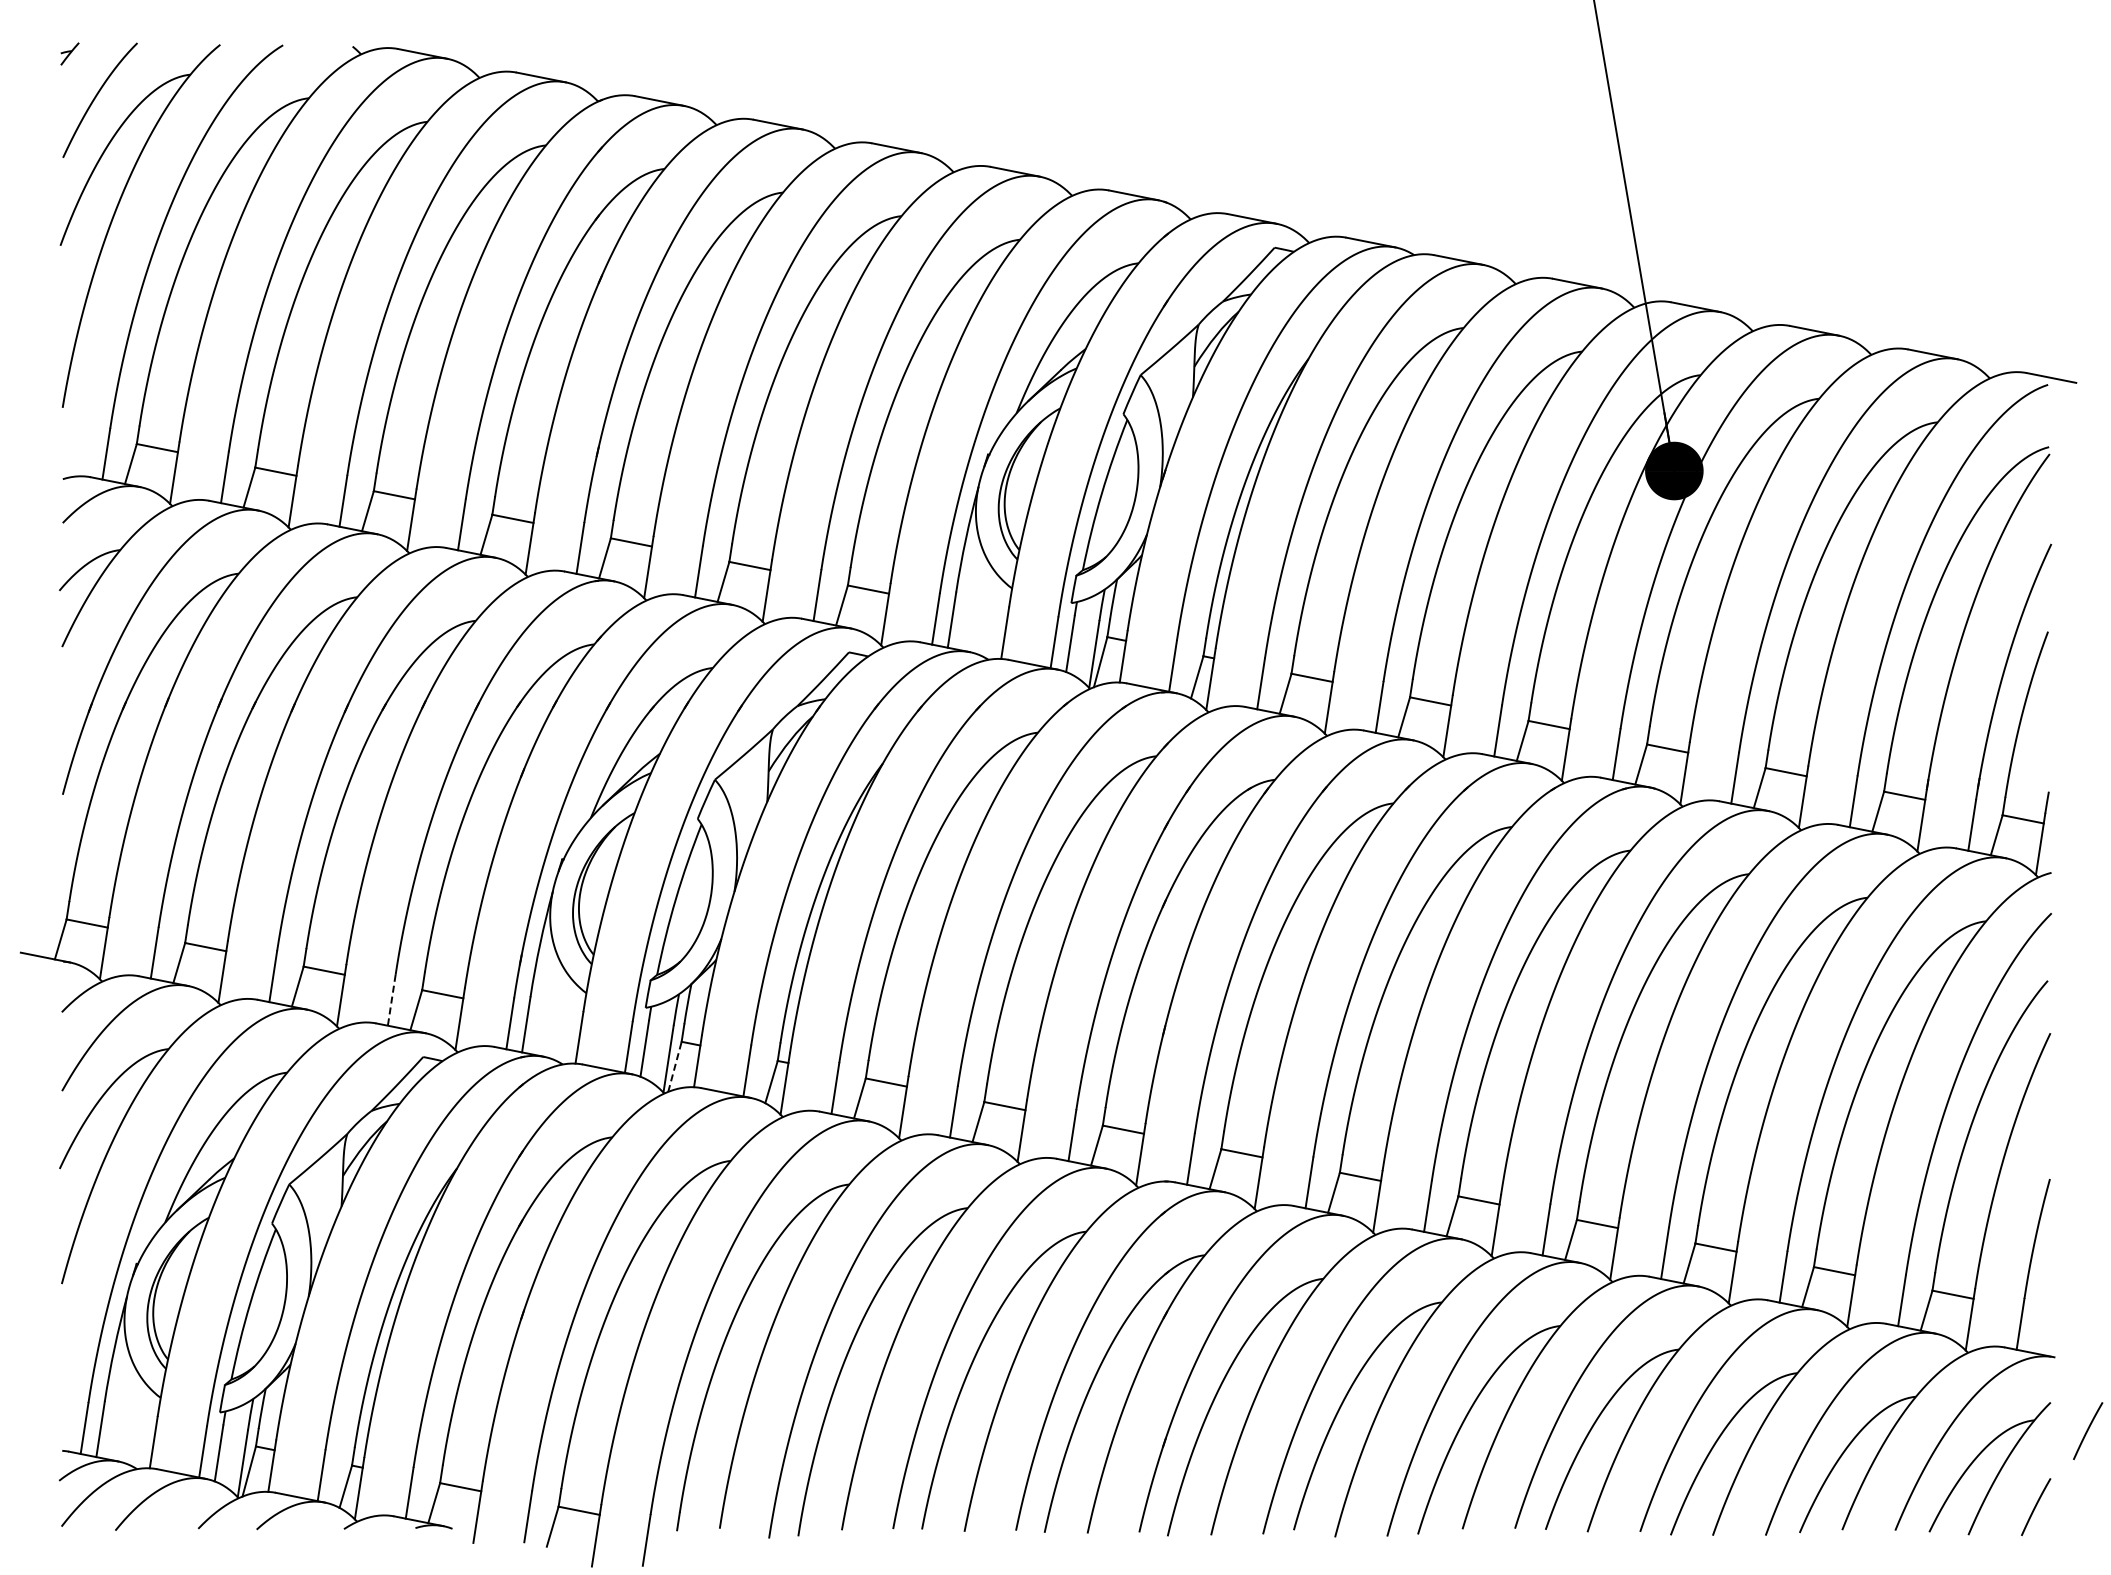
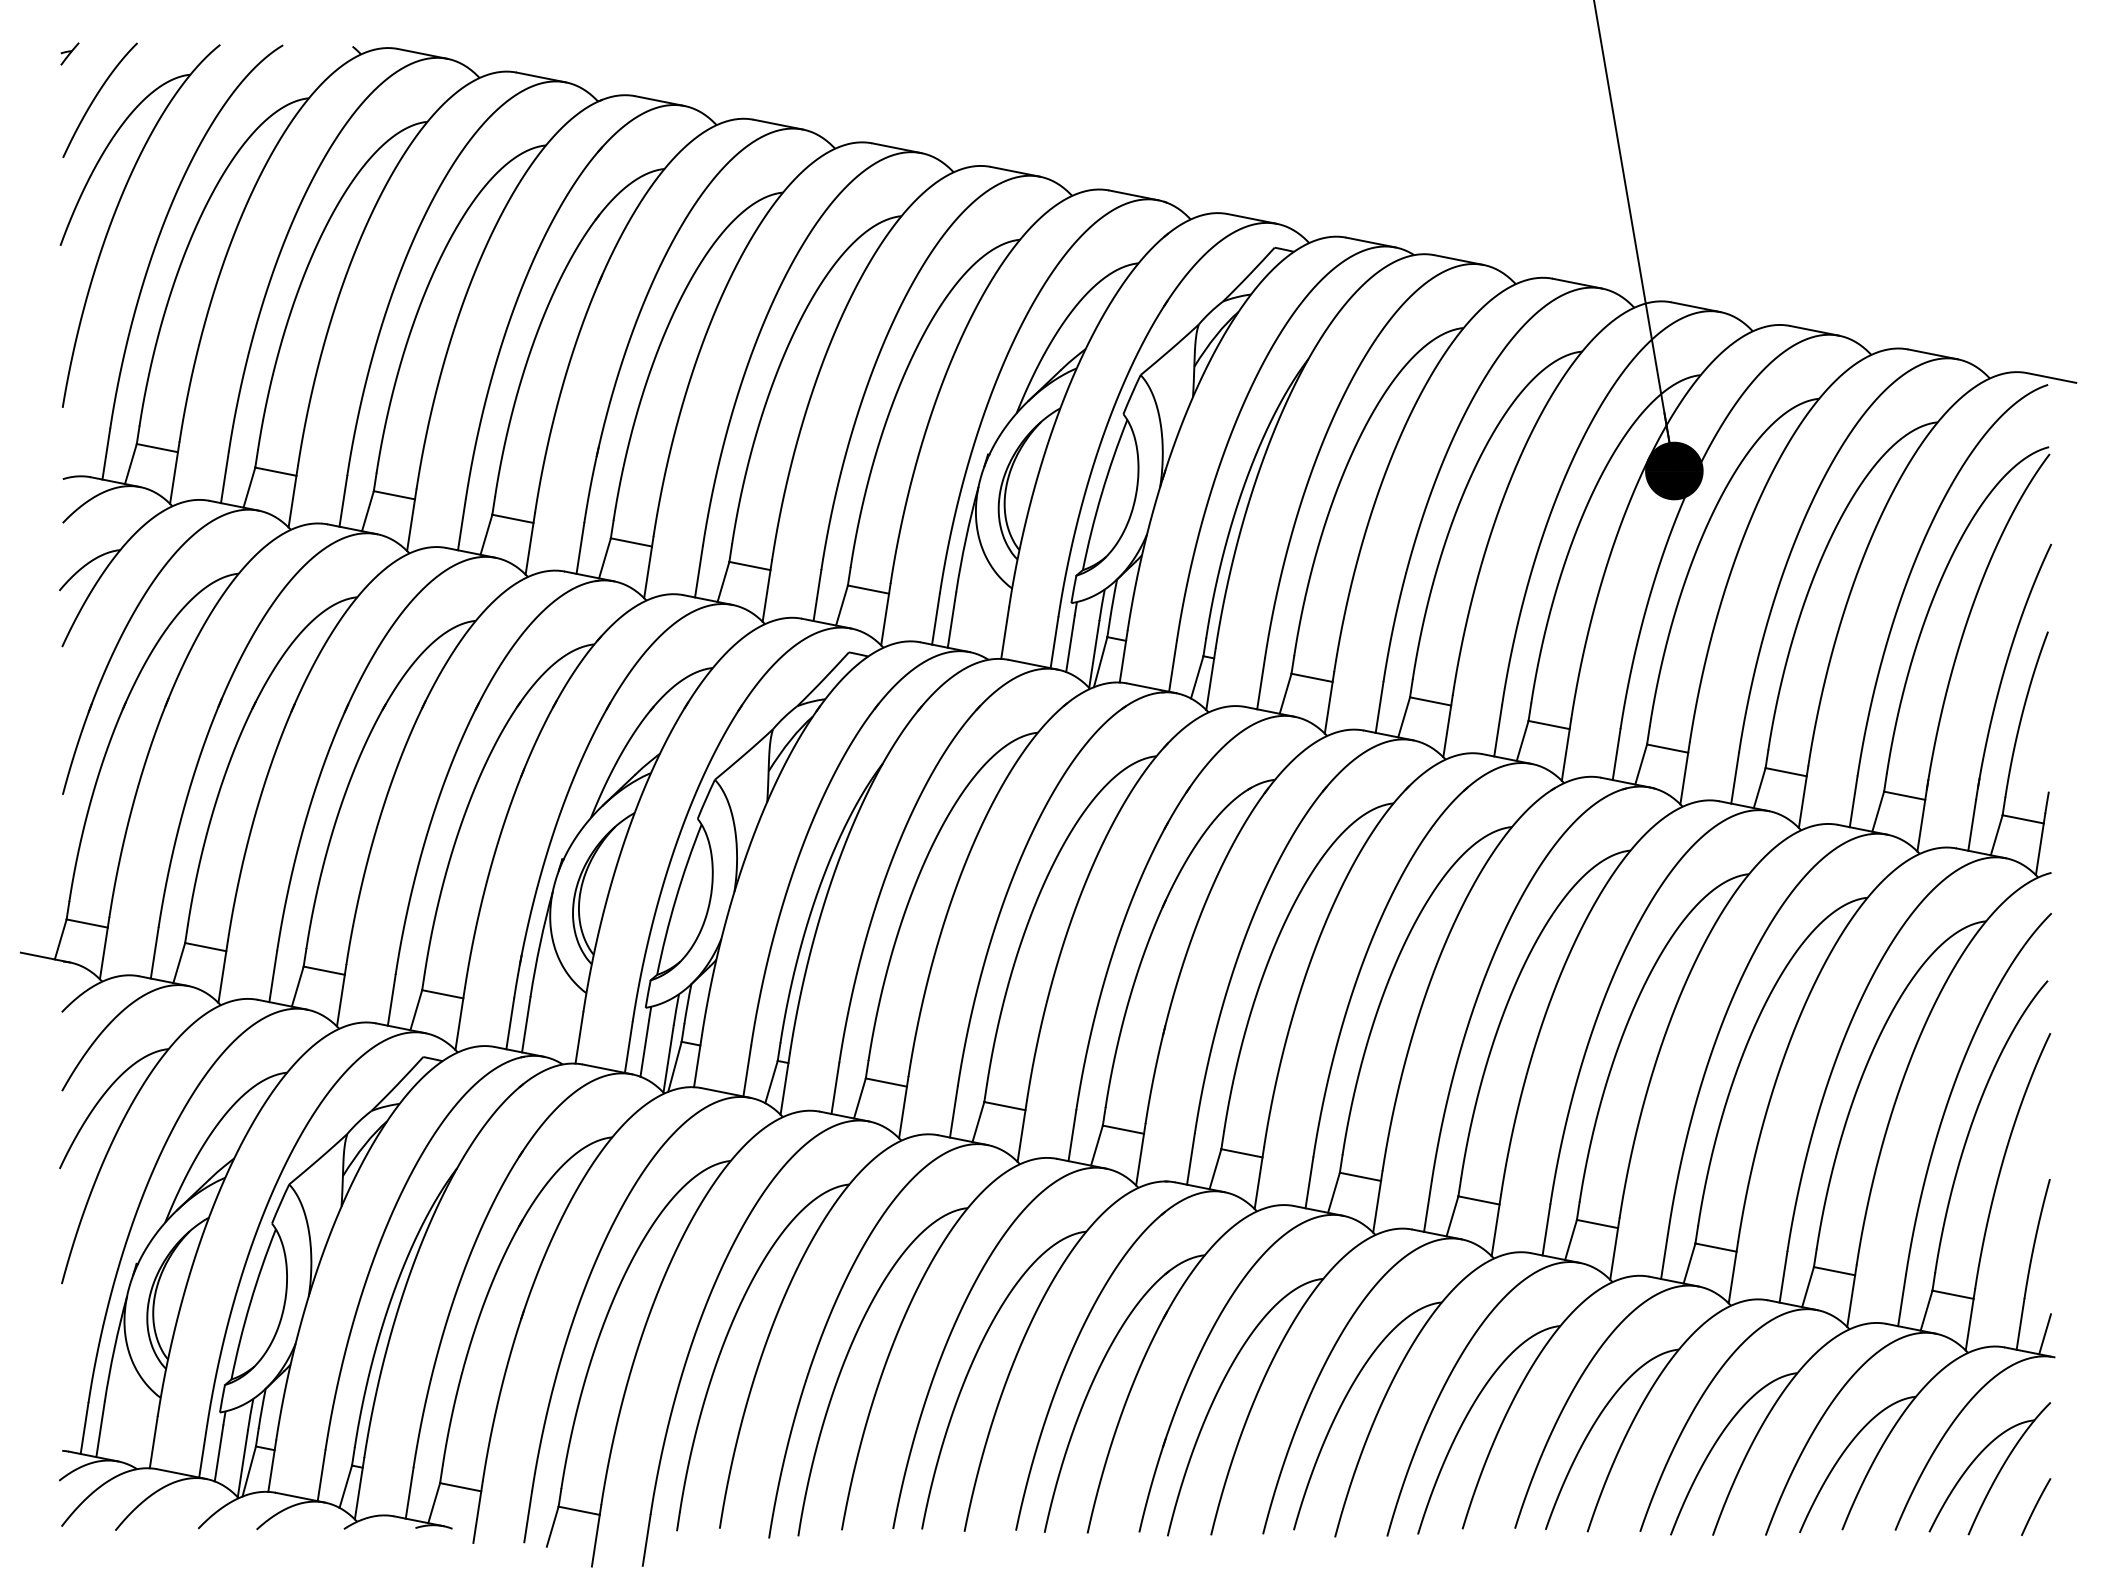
line at (391, 1000): dashed -> solid
line at (674, 1066): dashed -> solid
line at (2044, 1334): none -> present
line at (2088, 1431): present -> none
